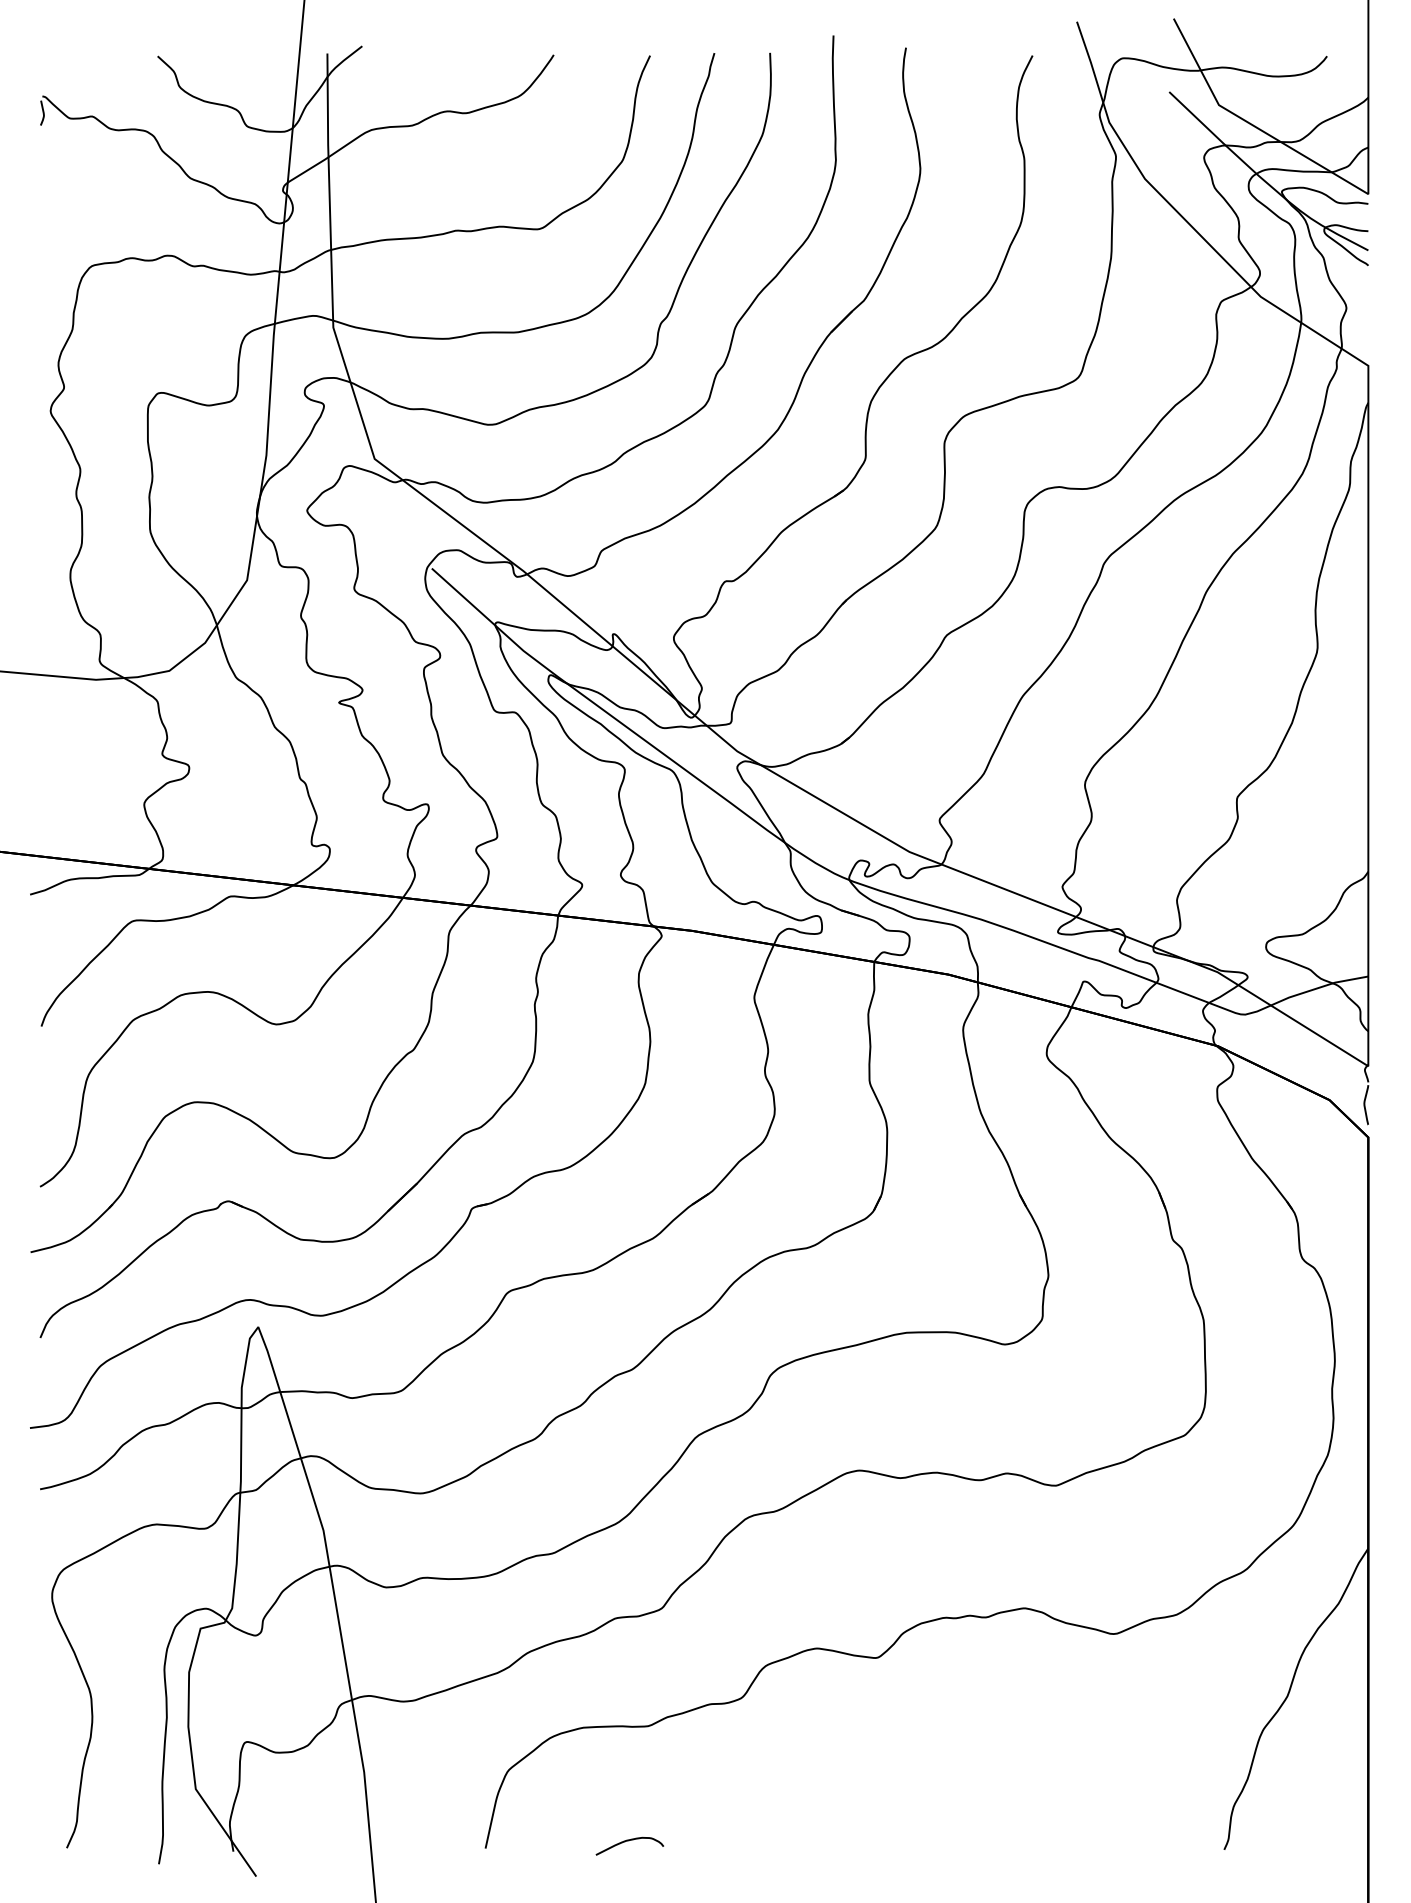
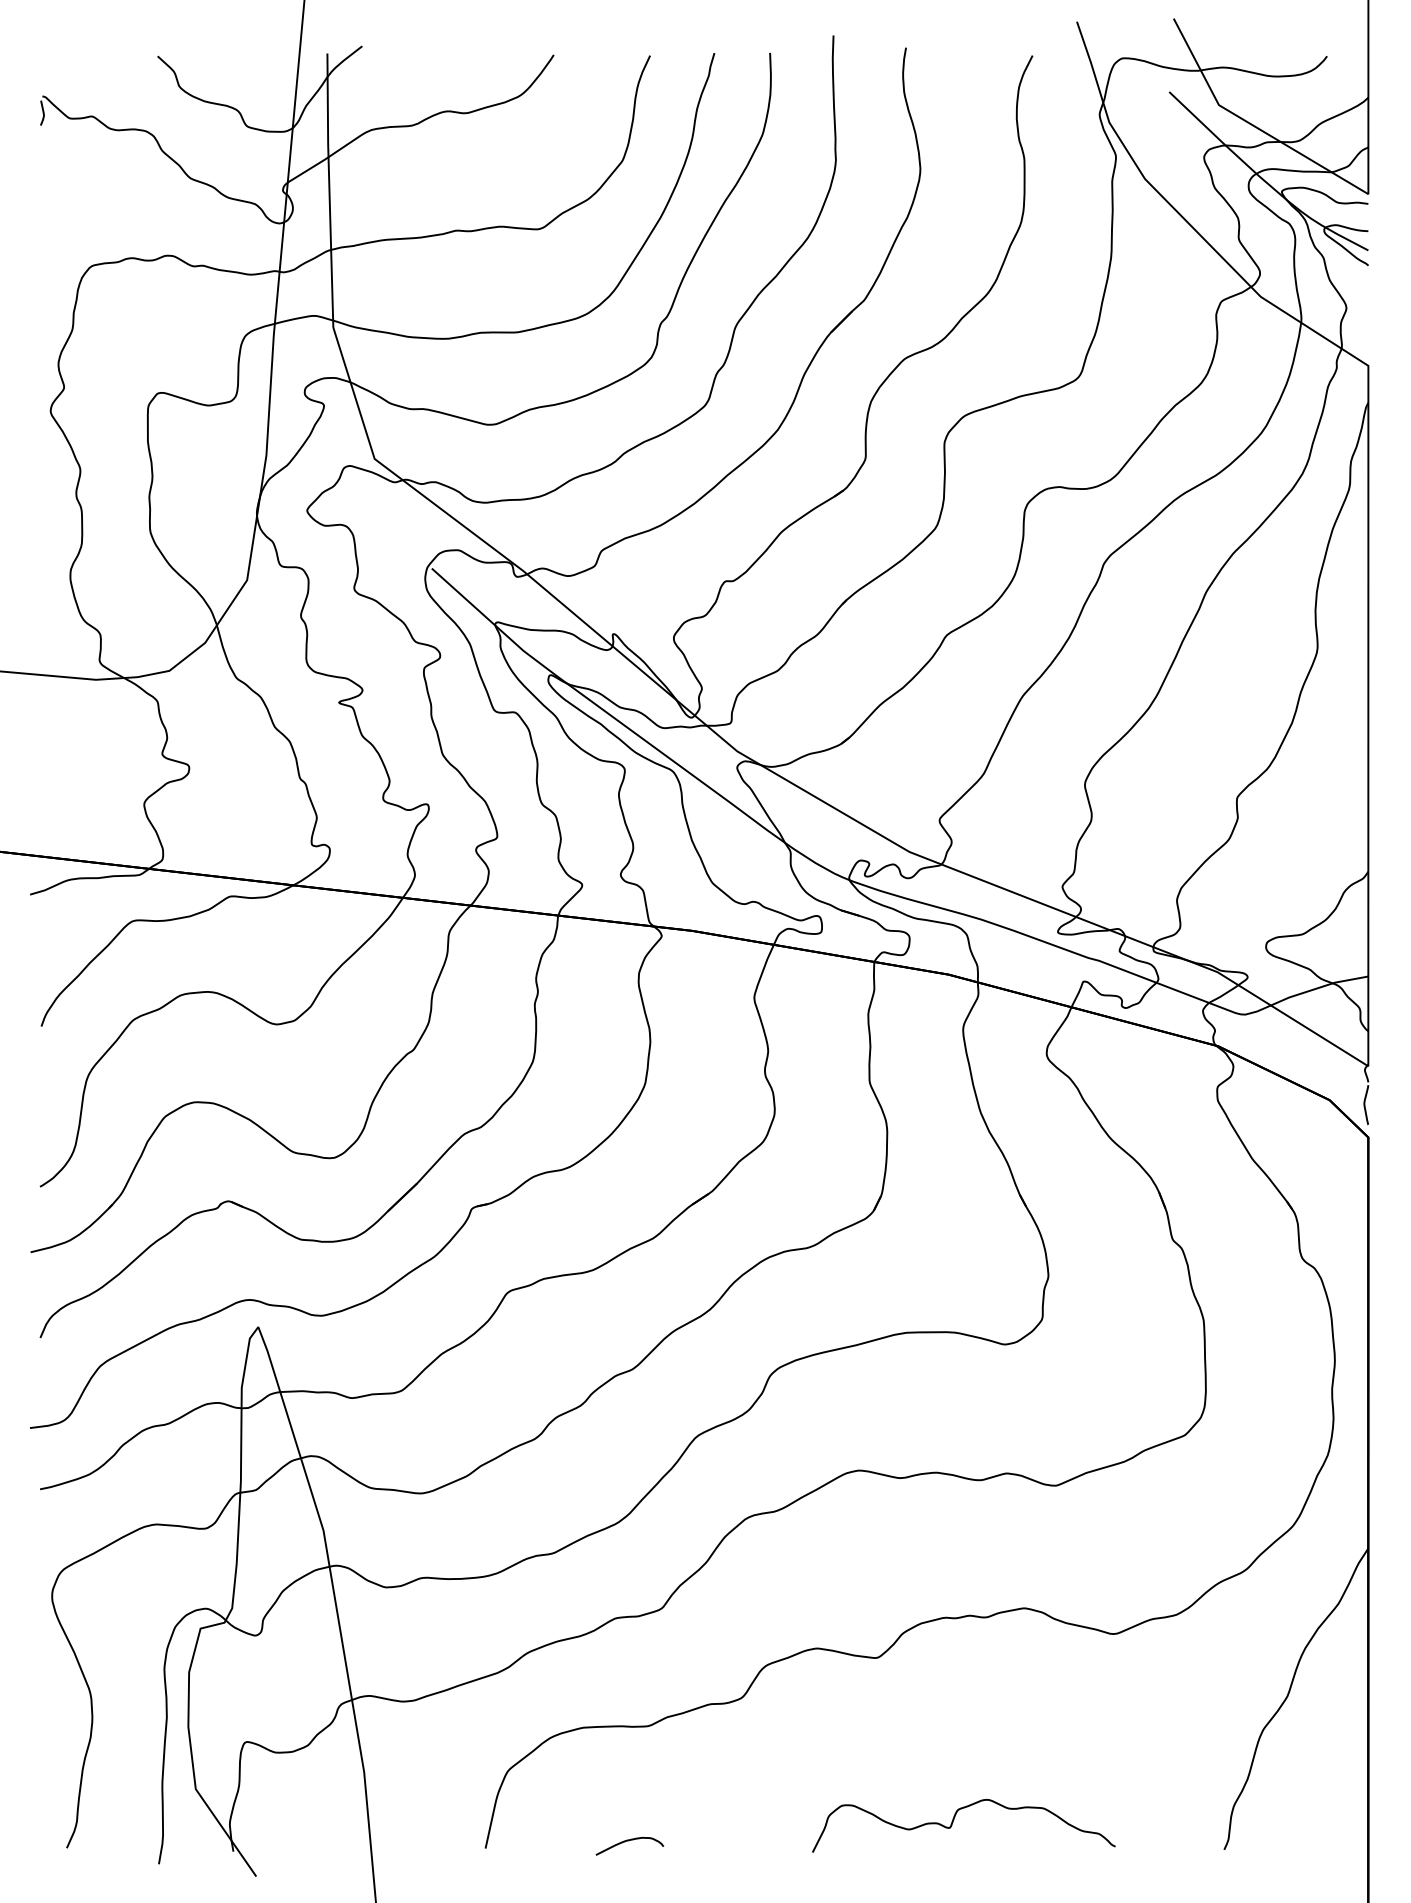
curve at (953, 1822): none -> present
